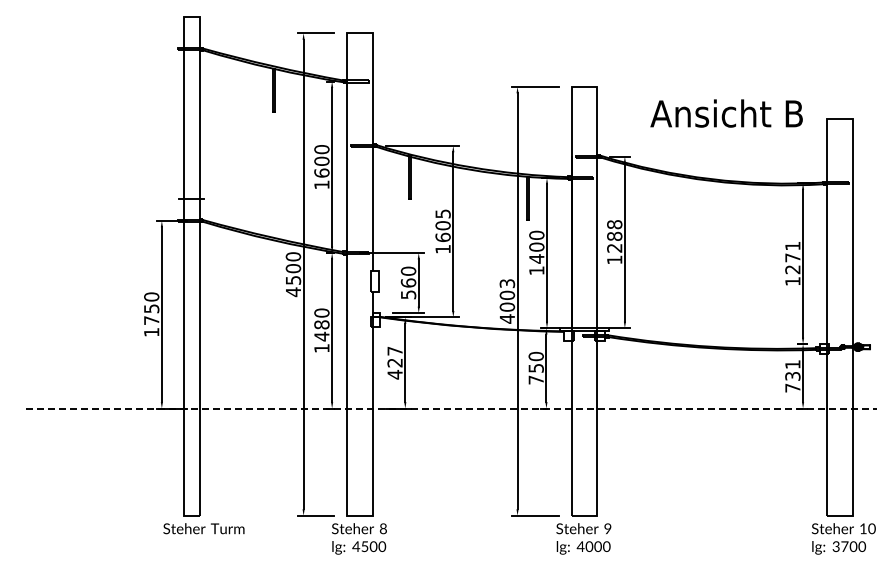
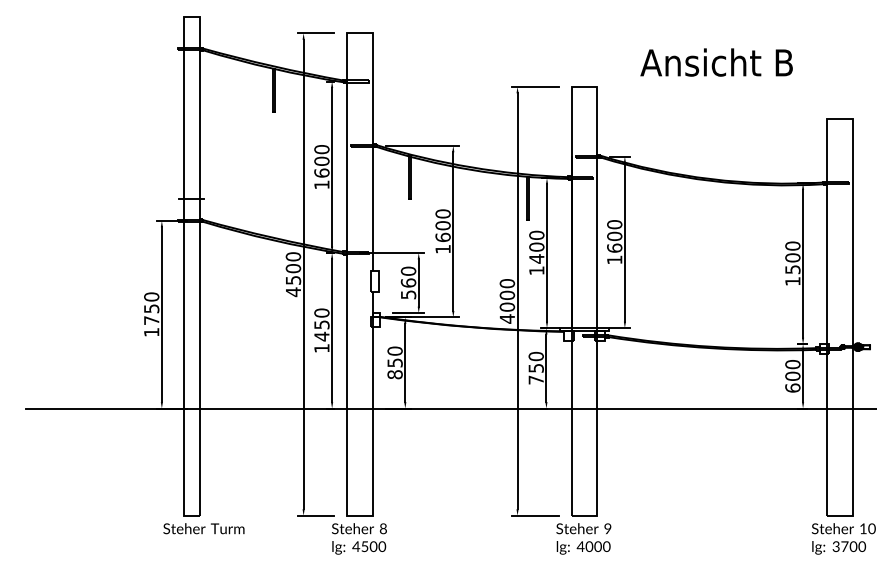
text at (726, 113) position: (726, 113) -> (716, 62)
text at (442, 213): 1605 -> 1600
text at (614, 236): 1288 -> 1600
text at (792, 257): 1271 -> 1500
text at (507, 283): 4003 -> 4000
text at (321, 324): 1480 -> 1450
text at (394, 362): 427 -> 850
text at (792, 376): 731 -> 600
line at (452, 408): dashed -> solid
